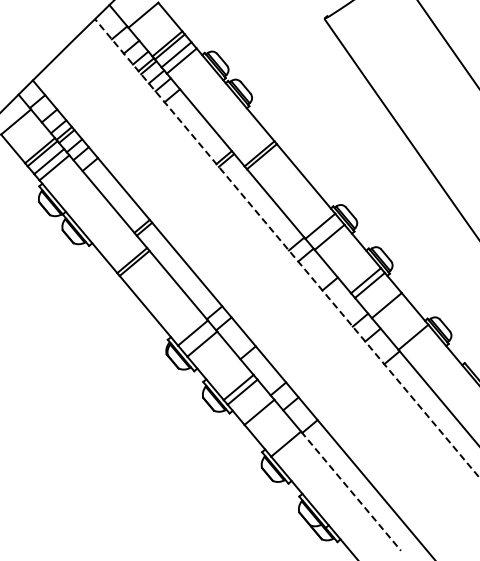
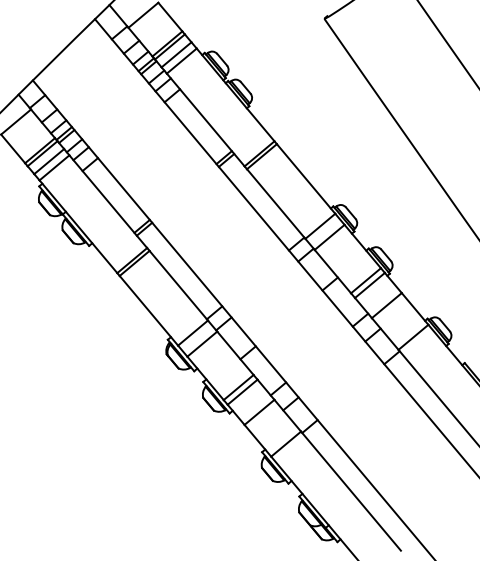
line at (287, 248): dashed -> solid
line at (351, 491): dashed -> solid
